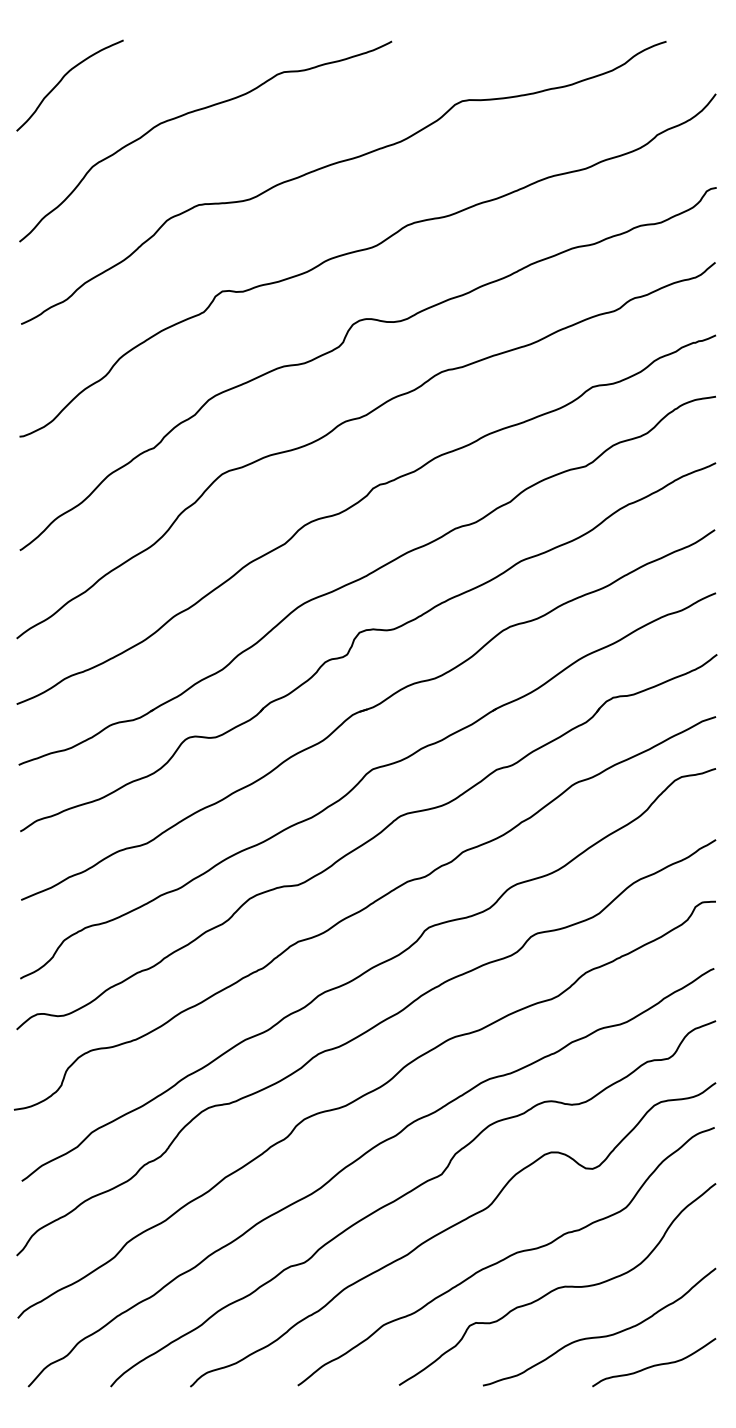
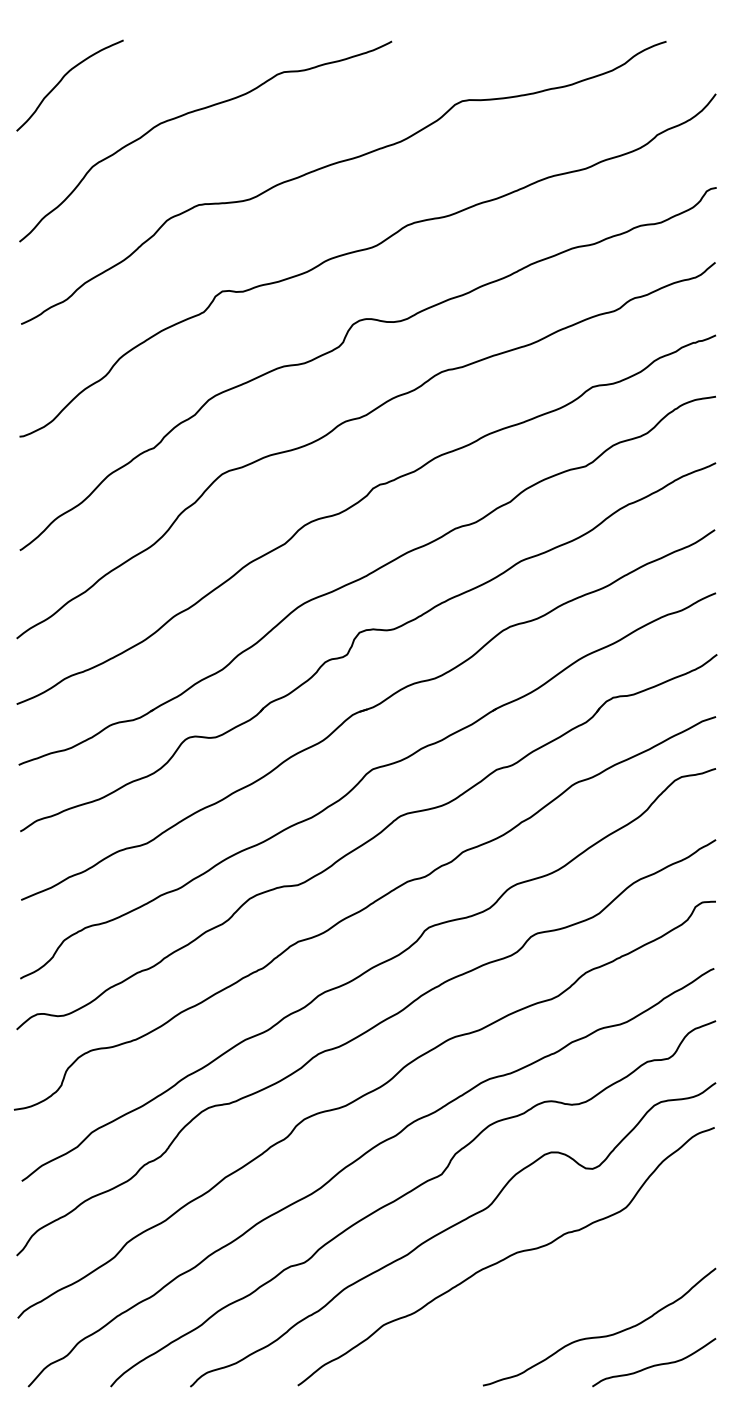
curve at (559, 1286): present -> none
